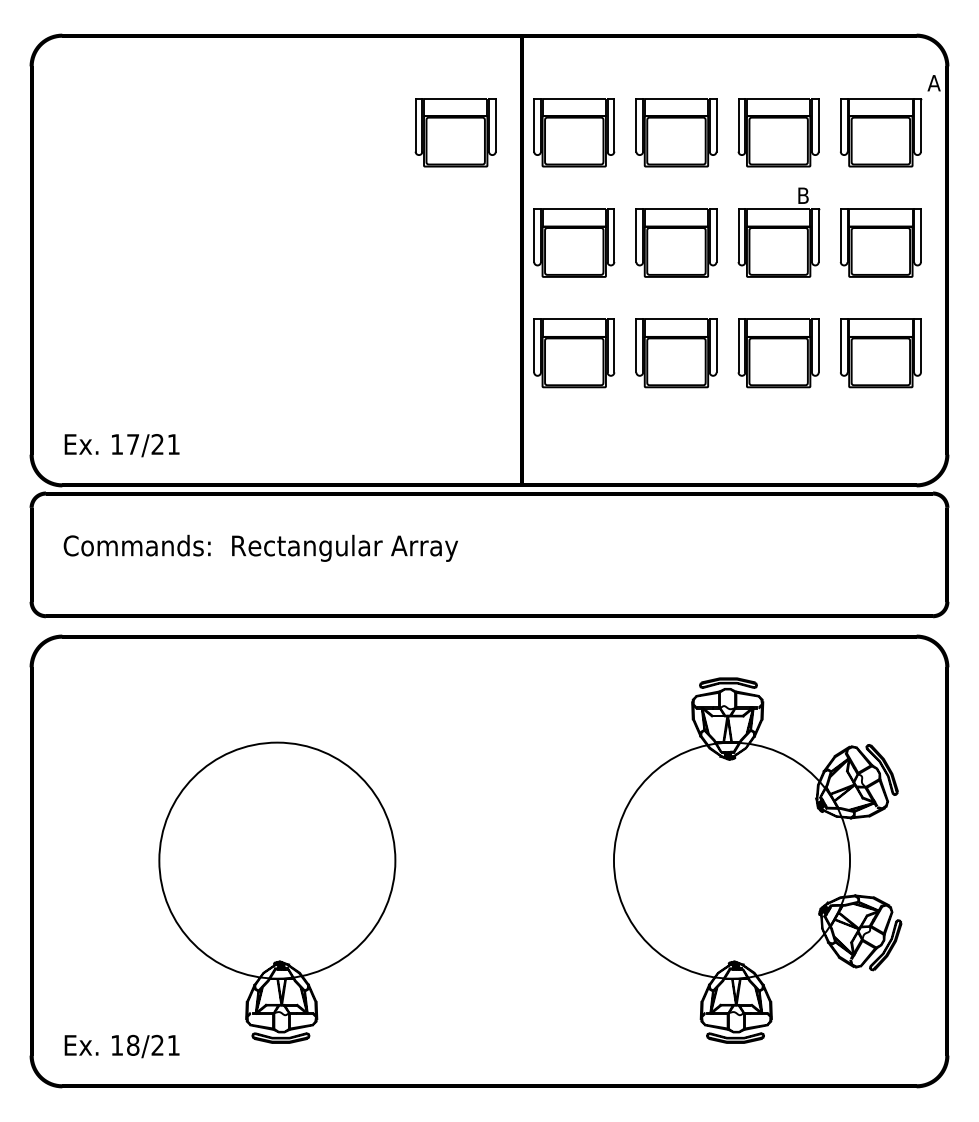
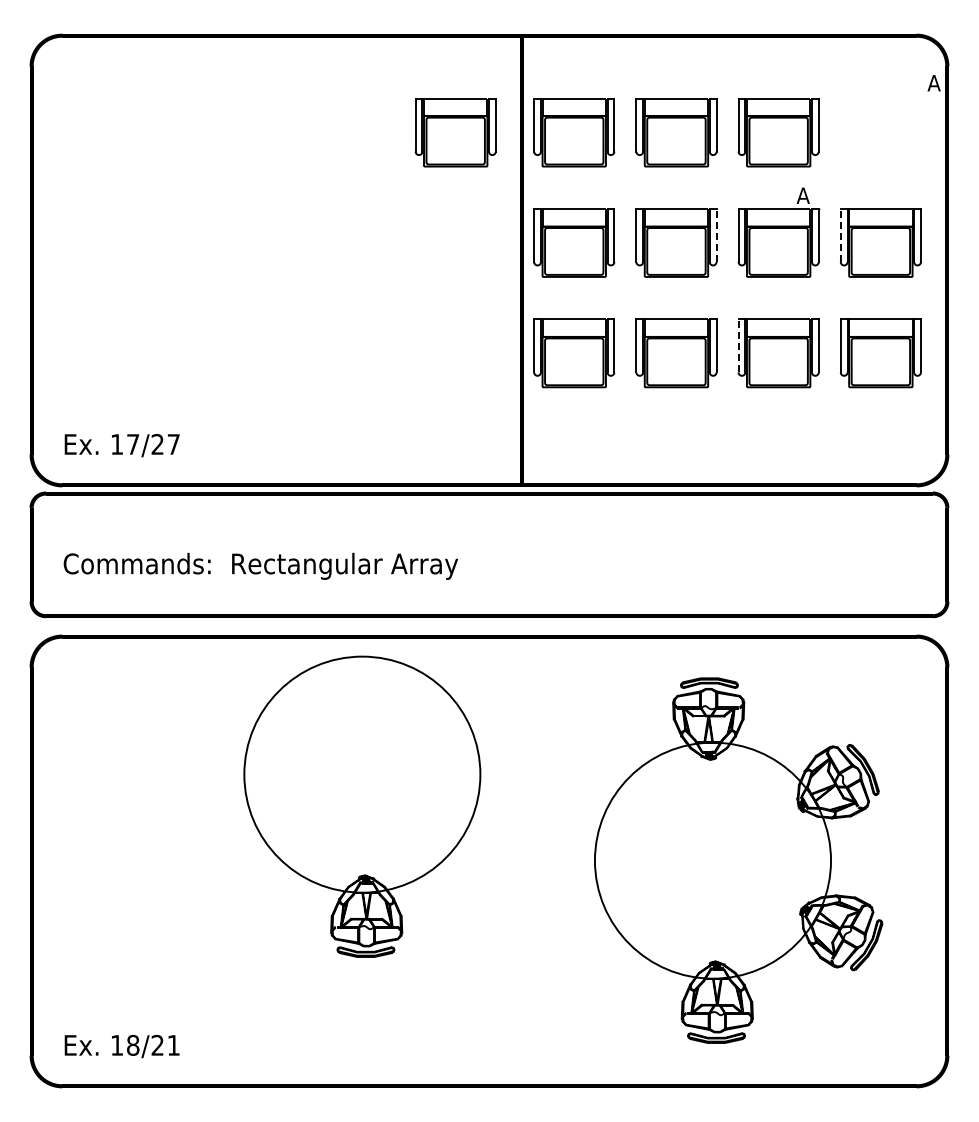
part at (881, 132): present -> none
text at (802, 195): B -> A
line at (716, 235): solid -> dashed
line at (840, 235): solid -> dashed
line at (738, 345): solid -> dashed
text at (173, 444): 17/21 -> 17/27
text at (260, 547) position: (260, 547) -> (260, 565)
part at (757, 860) position: (757, 860) -> (738, 860)
part at (277, 892) position: (277, 892) -> (362, 806)
